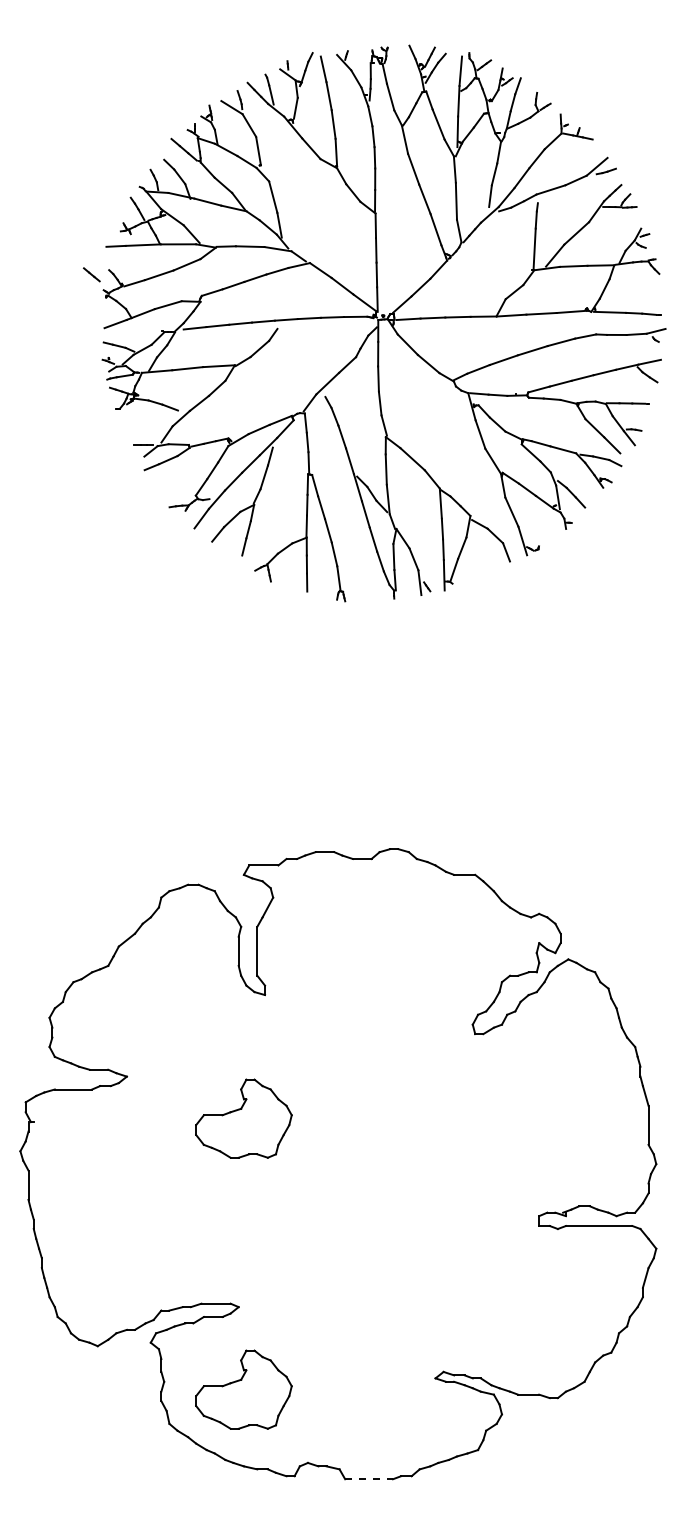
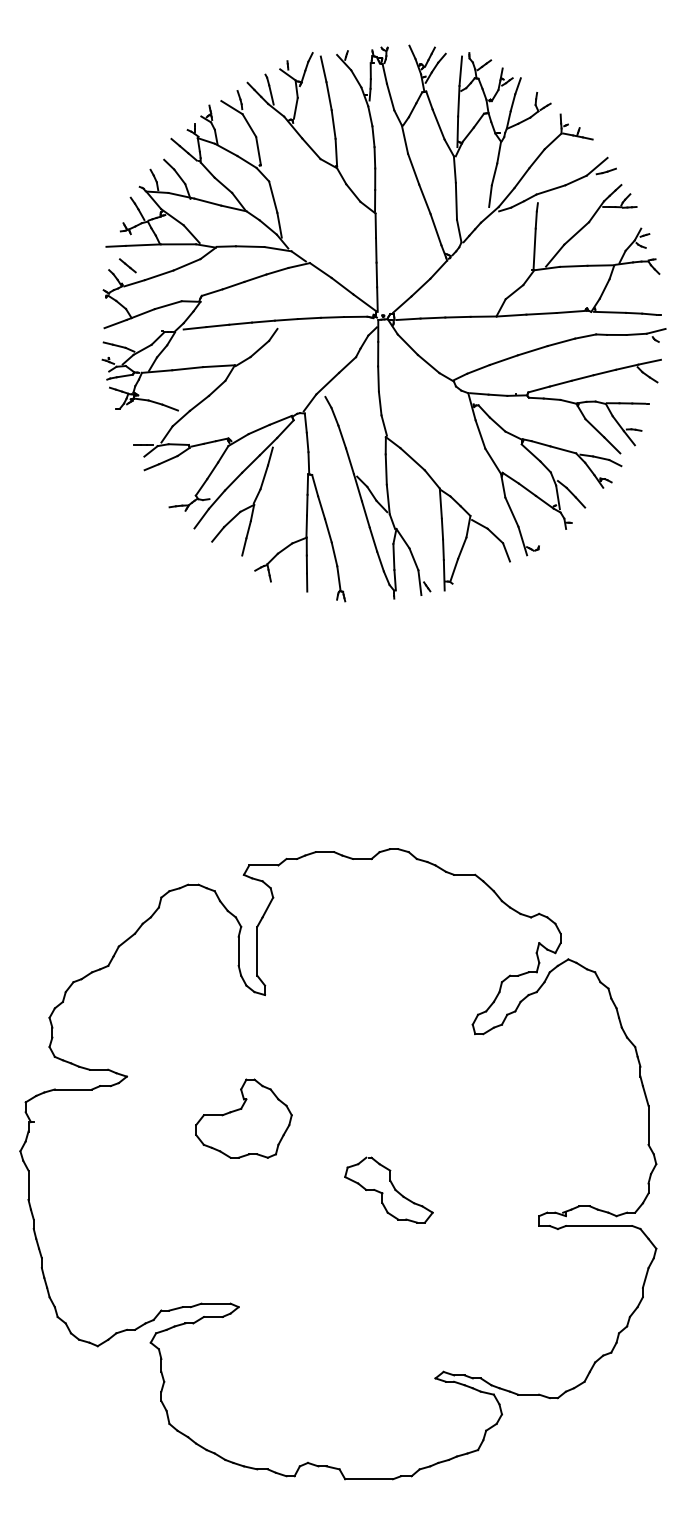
line at (91, 274) position: (91, 274) -> (127, 265)
part at (388, 1189): none -> present
part at (243, 1389): present -> none
line at (369, 1479): dashed -> solid
